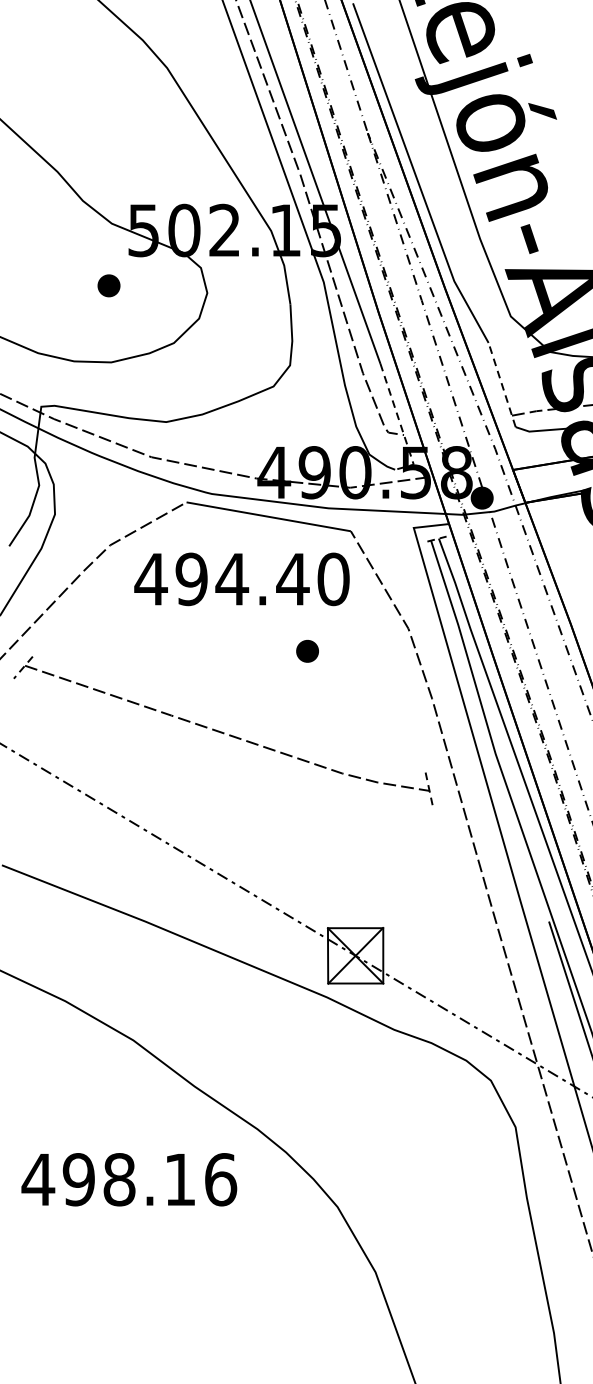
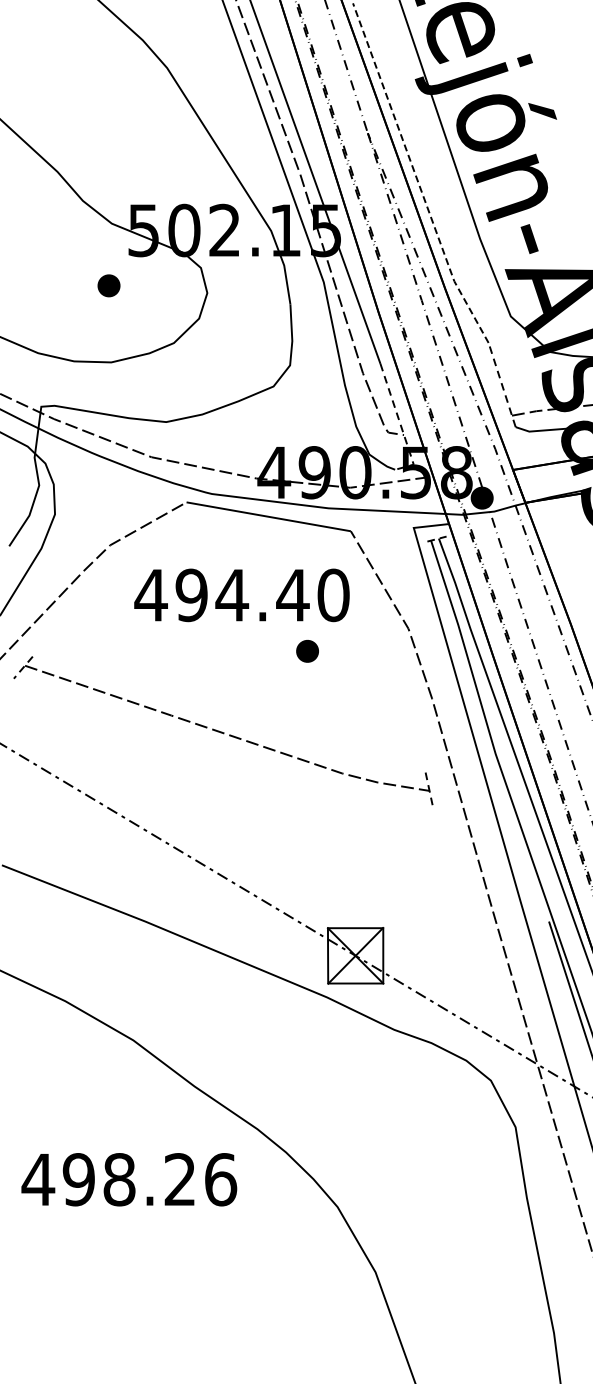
line at (416, 176): solid -> dashed
text at (241, 579) position: (241, 579) -> (241, 595)
text at (179, 1179): 498.16 -> 498.26
